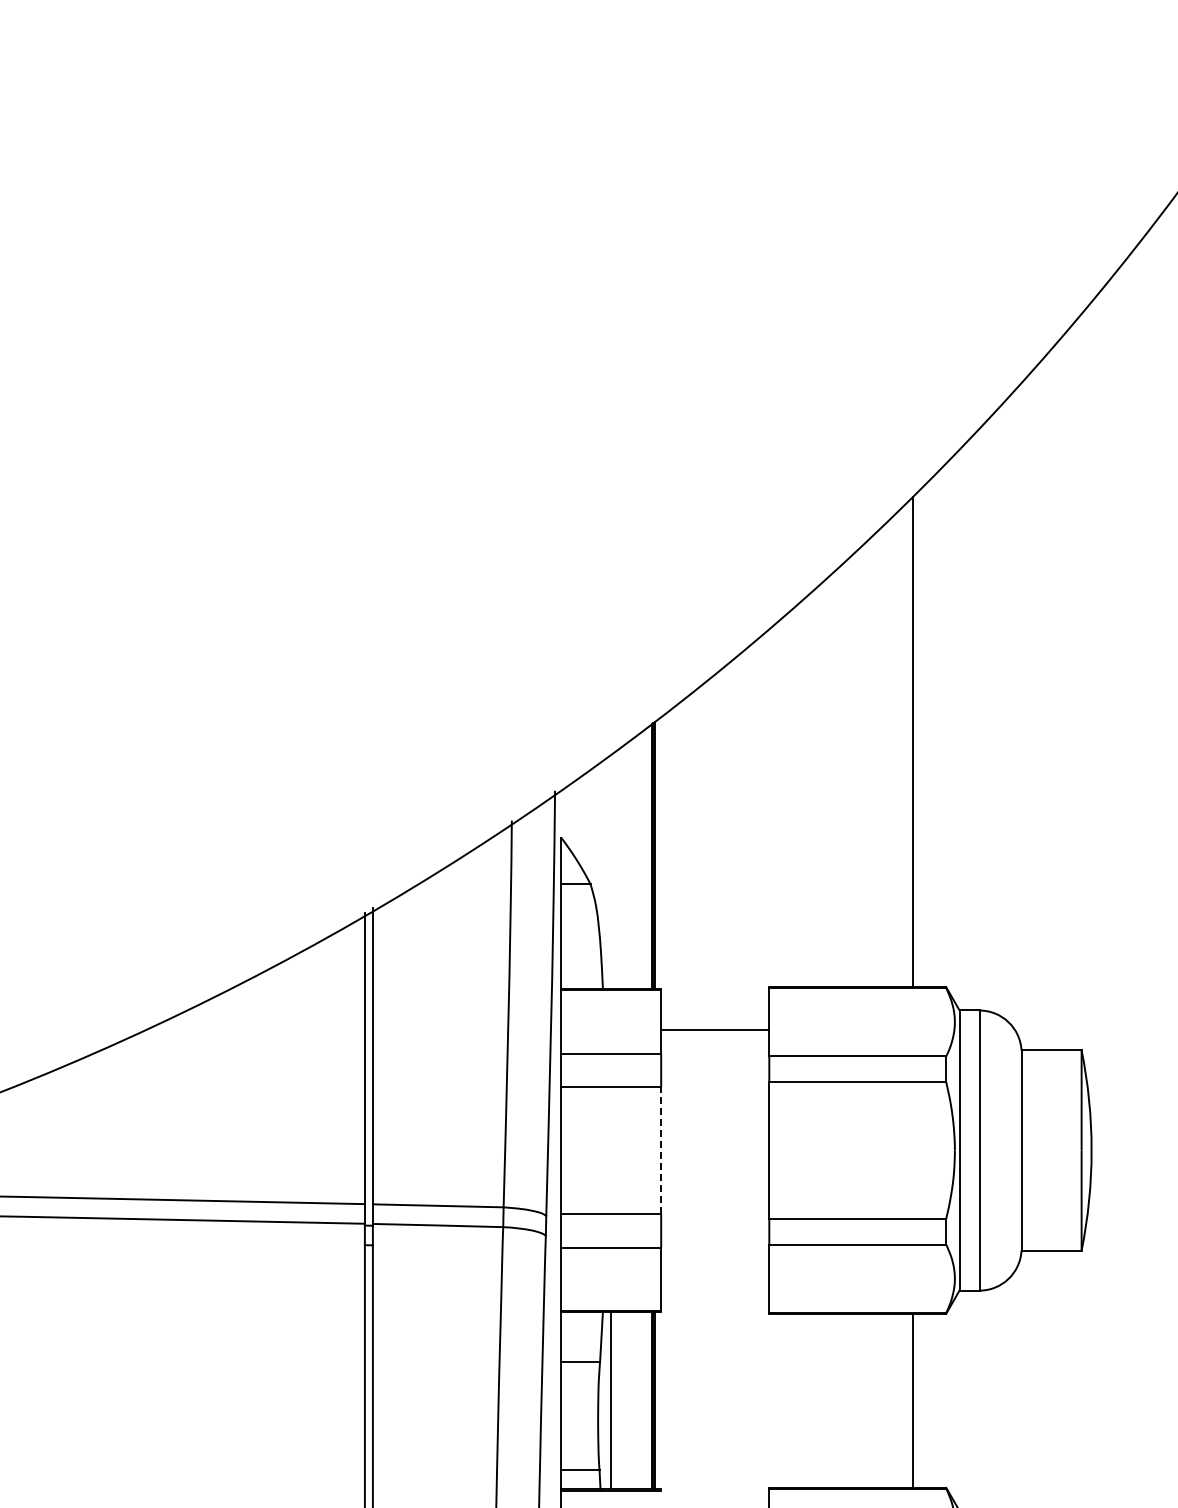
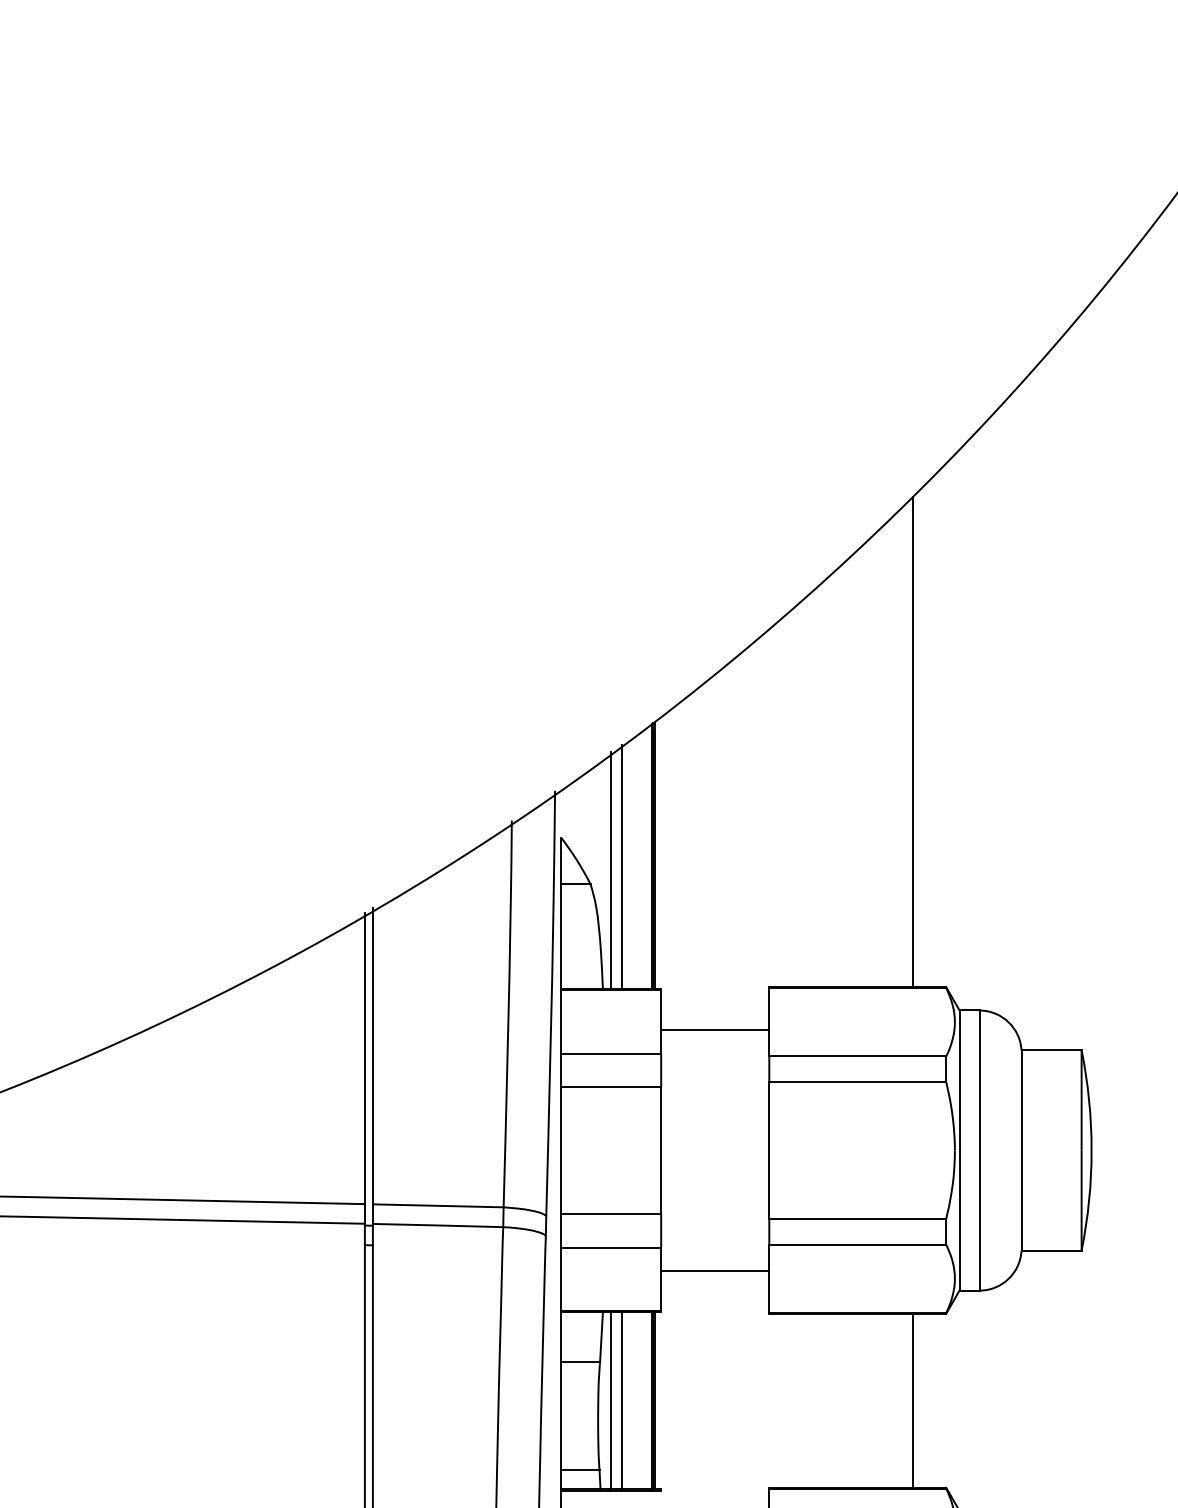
line at (621, 866): none -> present
line at (610, 870): none -> present
line at (661, 1150): dashed -> solid
line at (715, 1270): none -> present
line at (621, 1400): none -> present
